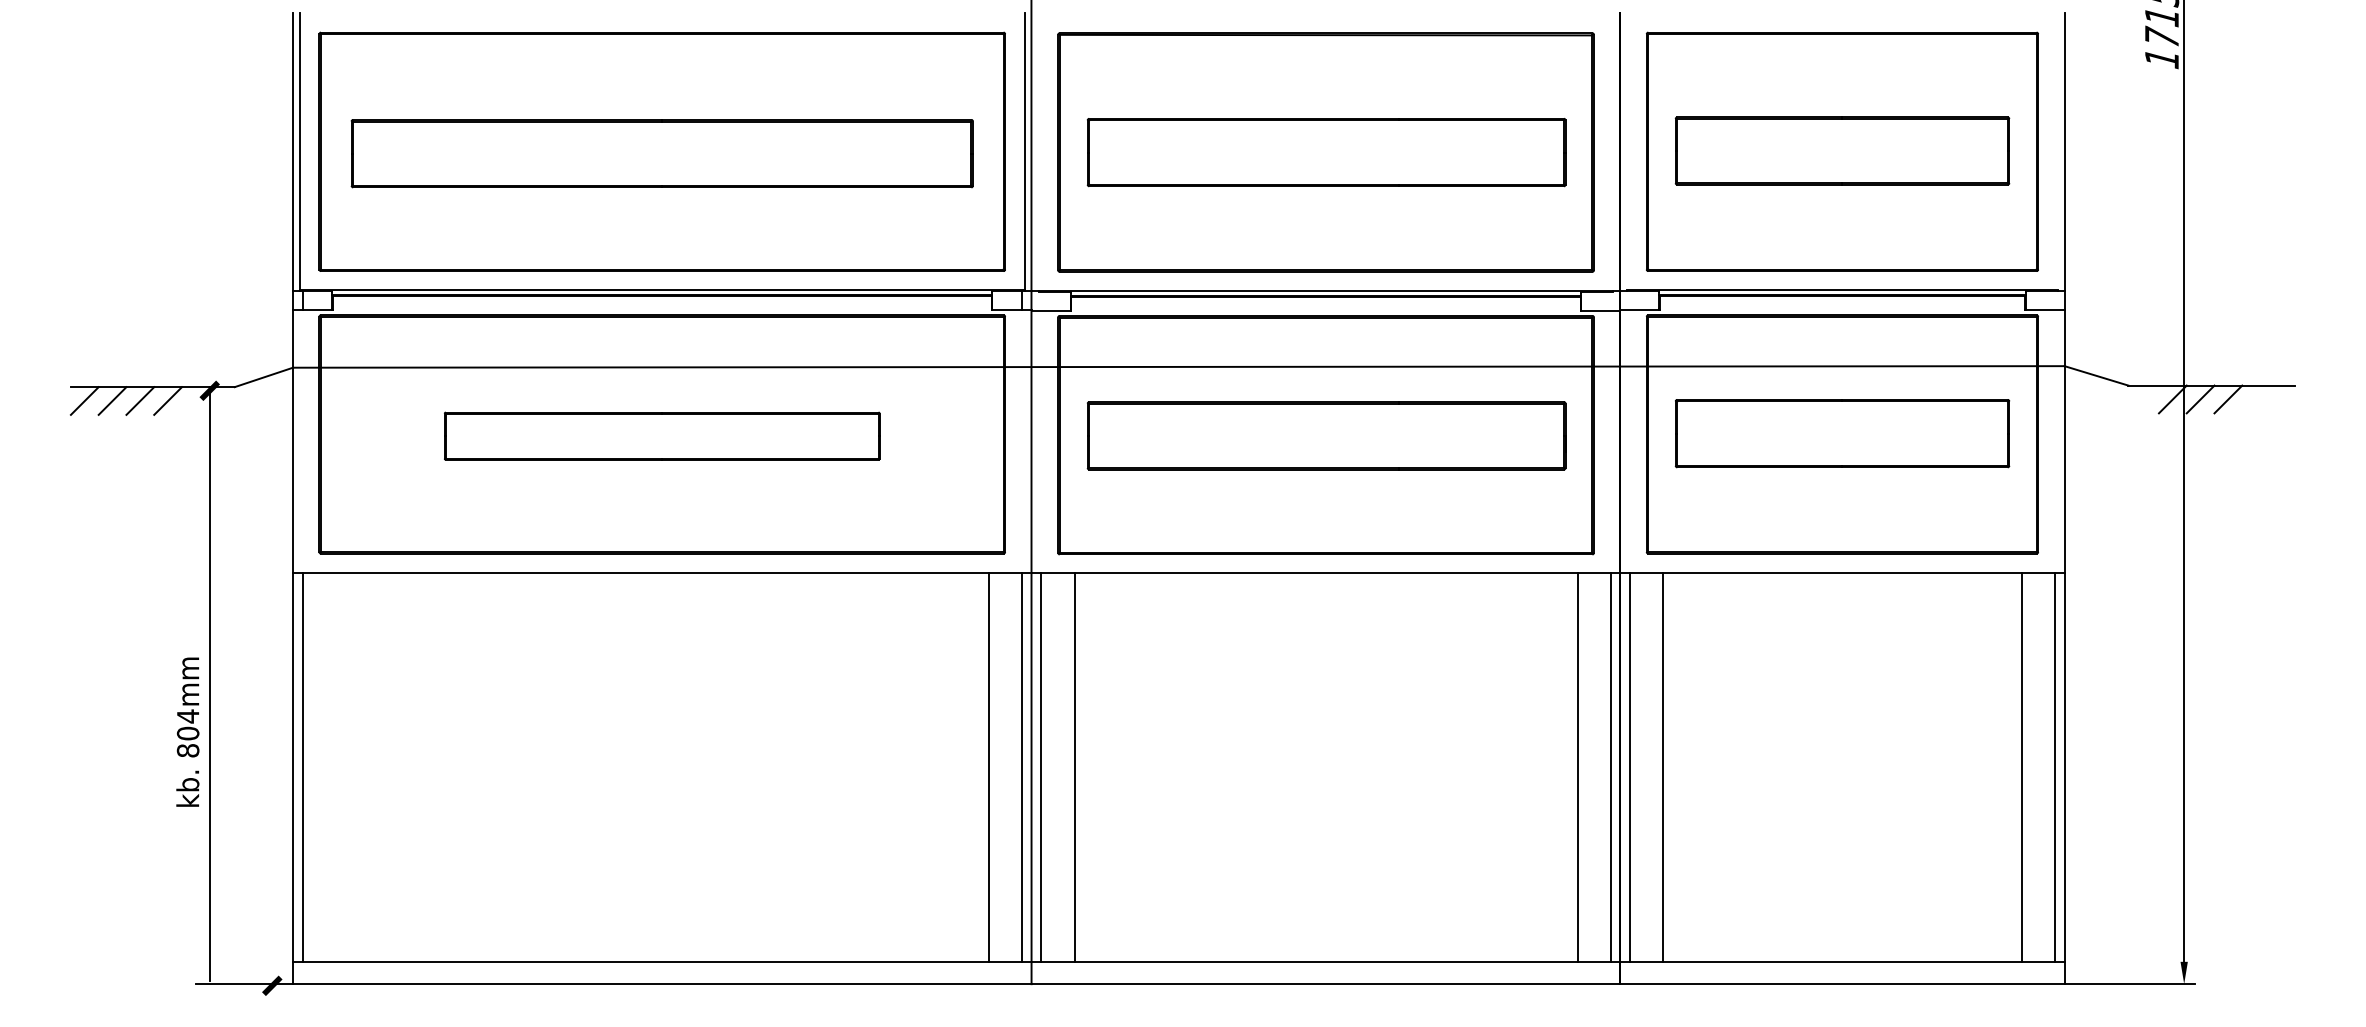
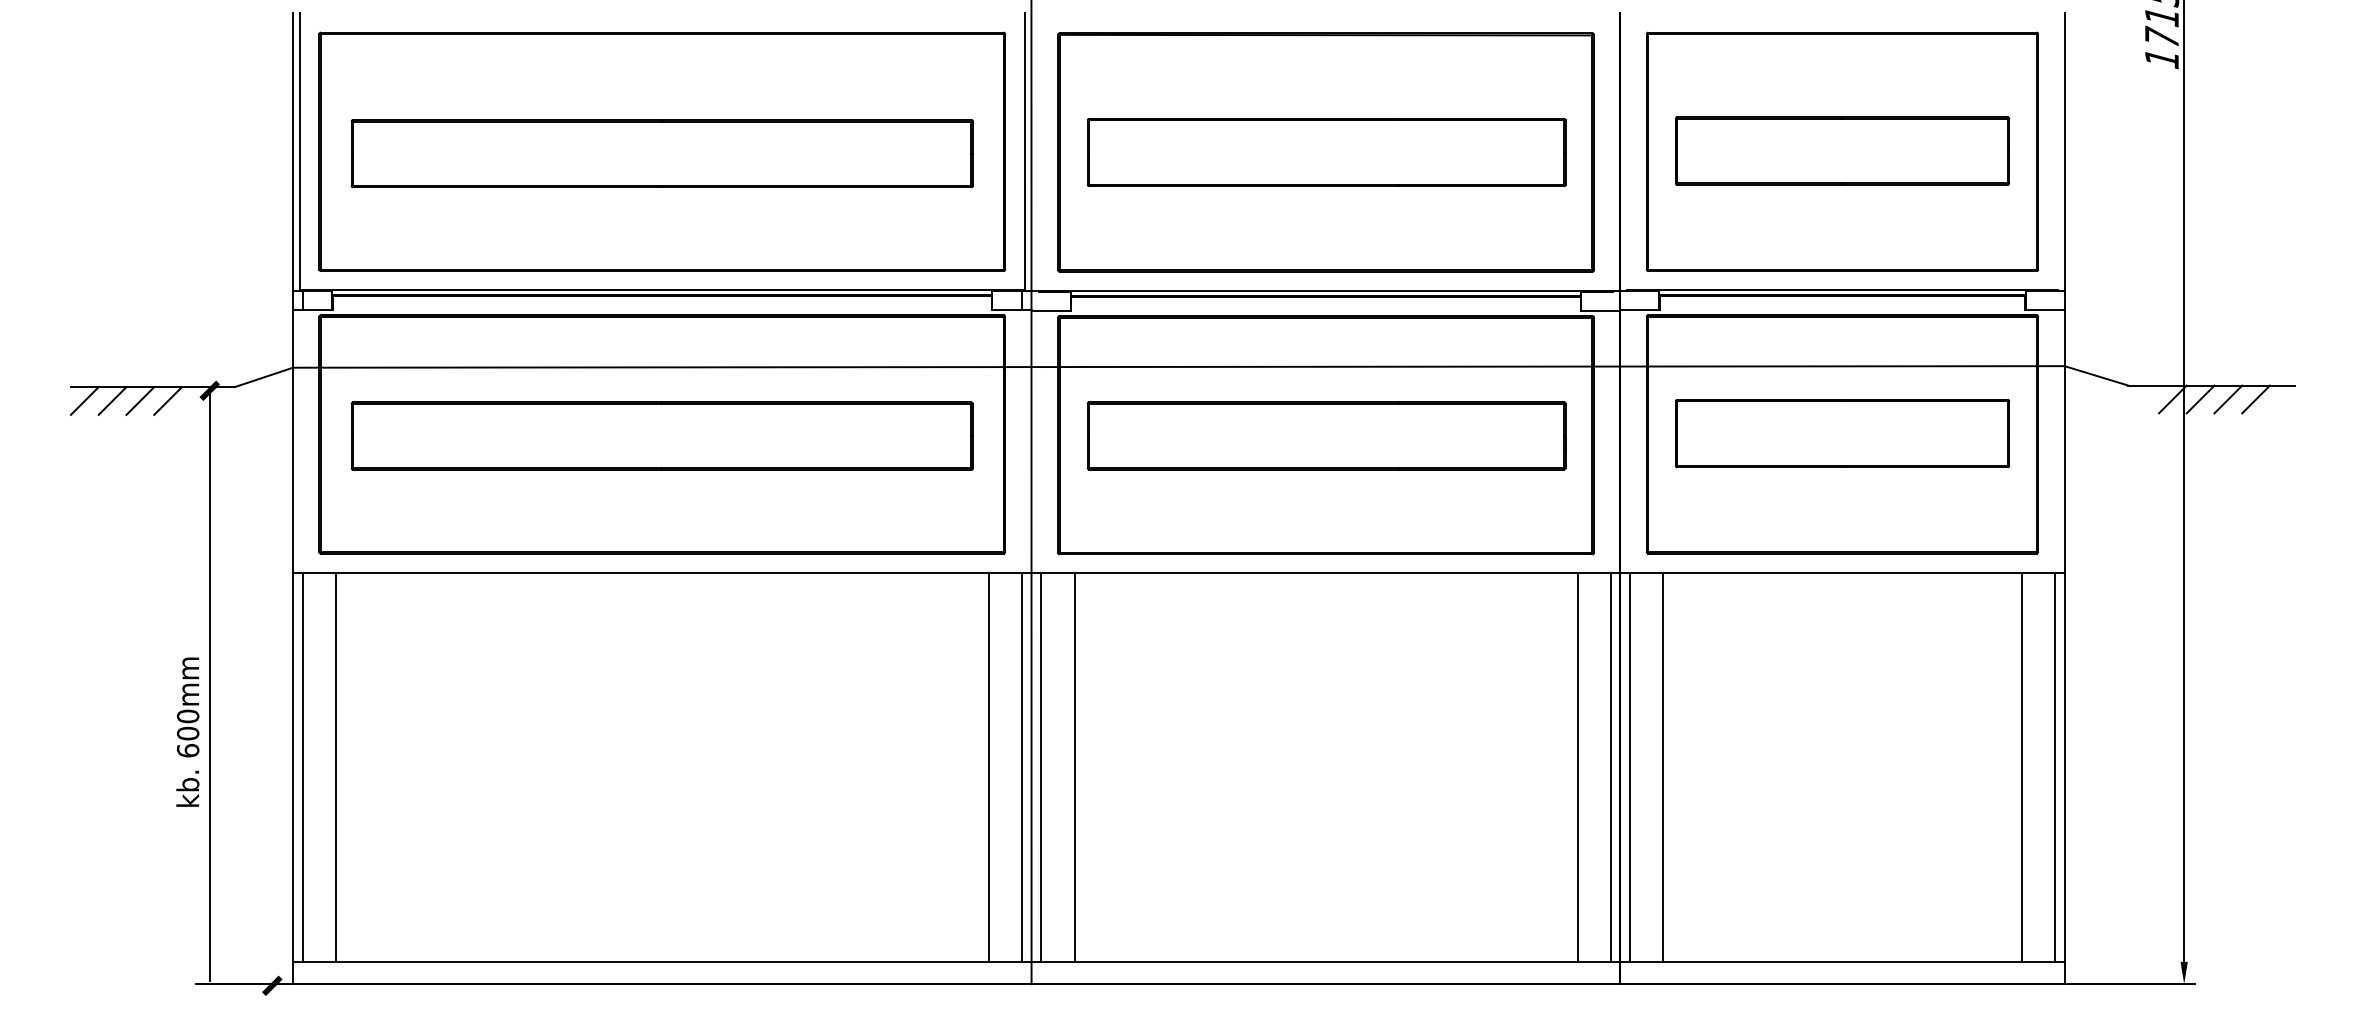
line at (2256, 399): none -> present
part at (662, 435) size: 437x50 px -> 624x70 px
text at (187, 733): 804mm -> 600mm
line at (335, 766): none -> present
